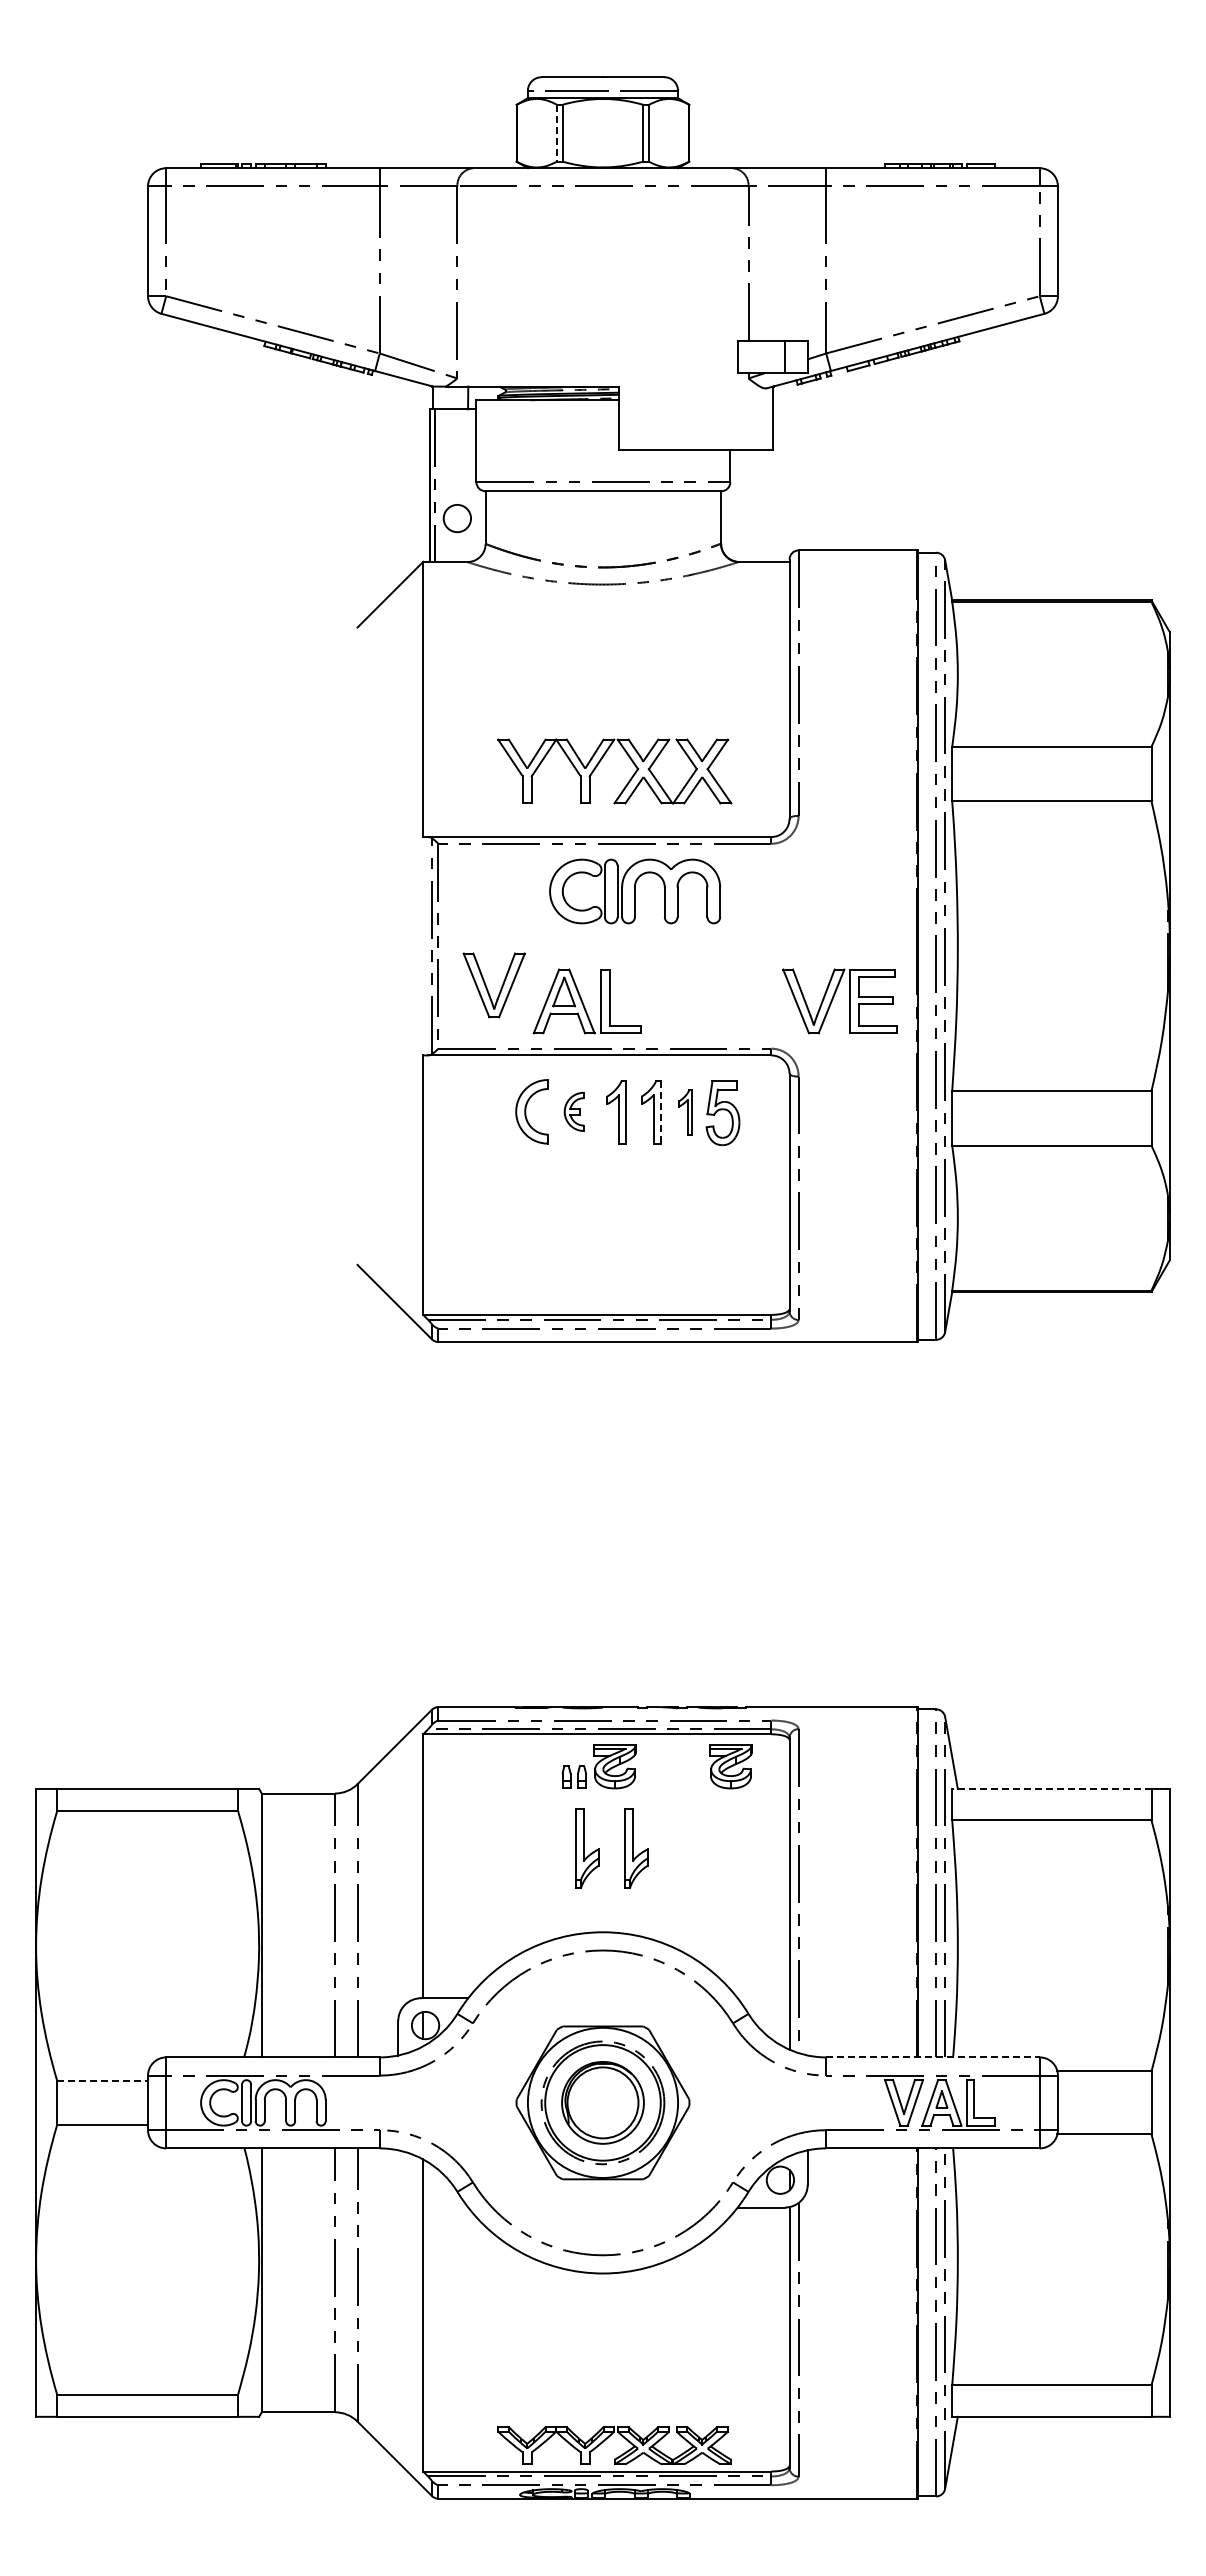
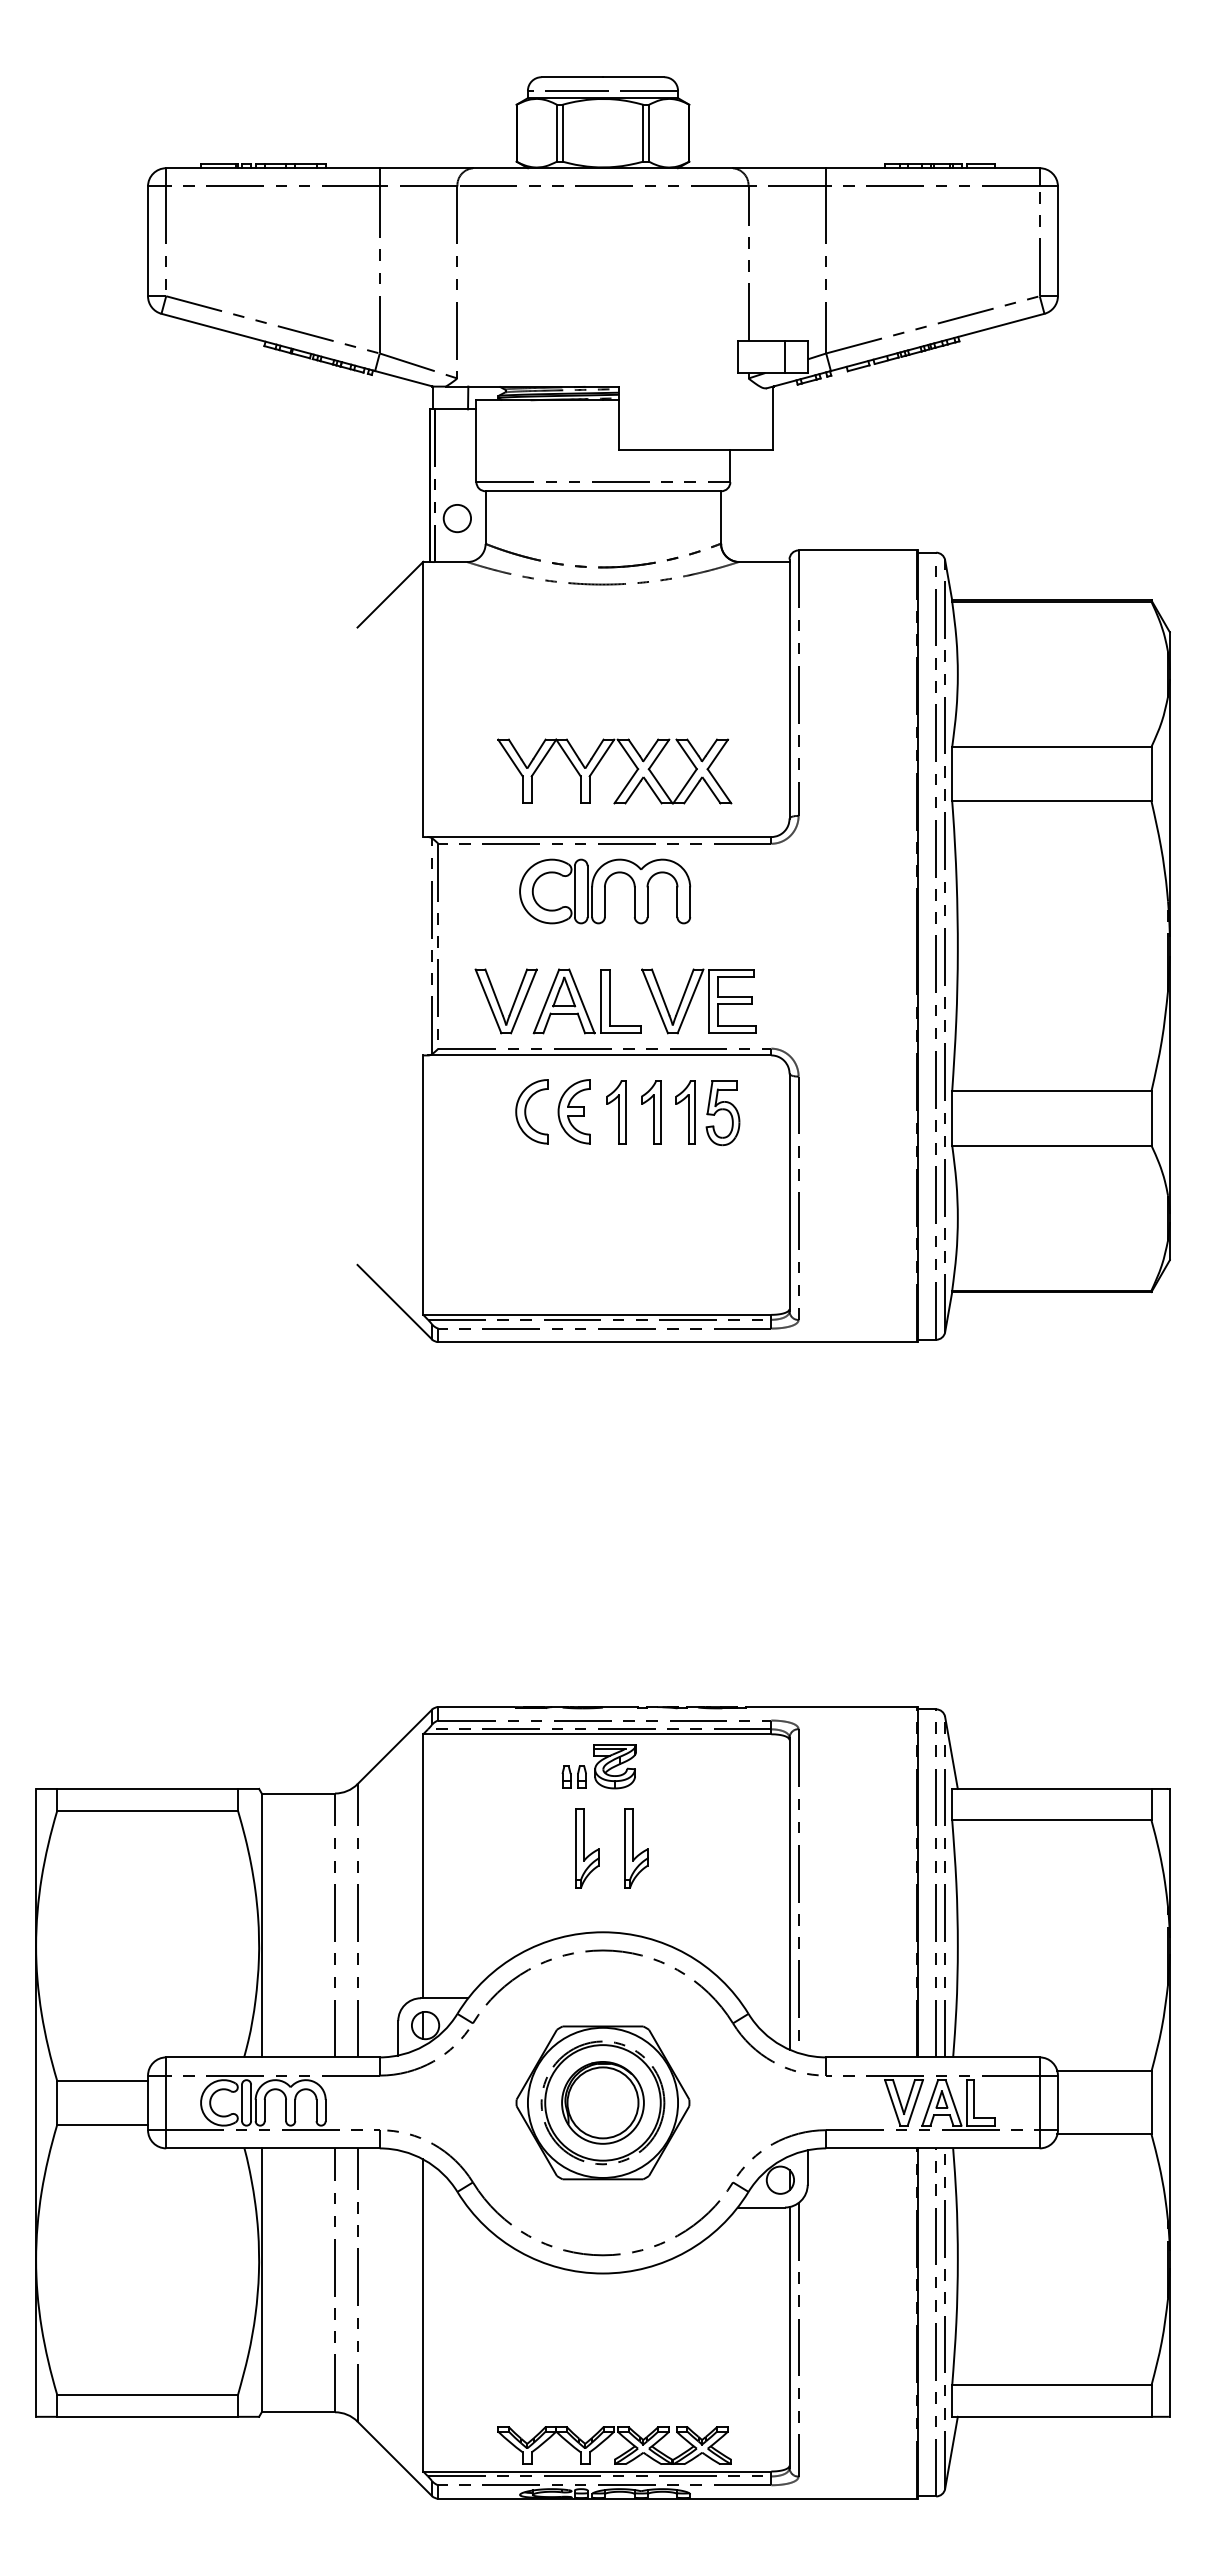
line at (557, 133): dashed -> solid
part at (635, 891) position: (635, 891) -> (605, 891)
part at (487, 987) position: (487, 987) -> (499, 1003)
part at (833, 999) position: (833, 999) -> (692, 999)
part at (573, 1111) size: 22x40 px -> 34x66 px
line at (660, 1112): dashed -> solid
part at (685, 1112) size: 15x47 px -> 21x65 px
part at (730, 1766): present -> none
line at (1051, 1788): dashed -> solid
line at (932, 2057): dashed -> solid
line at (103, 2080): dashed -> solid
